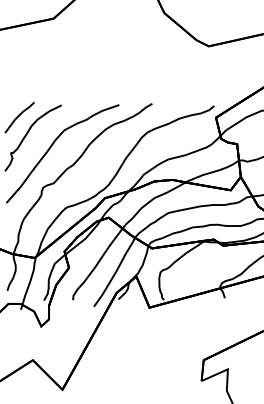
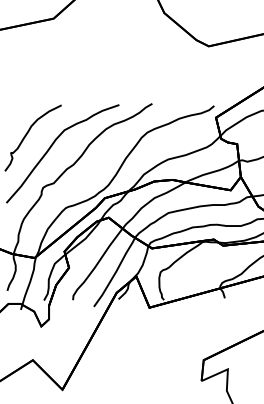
curve at (19, 116): present -> none
